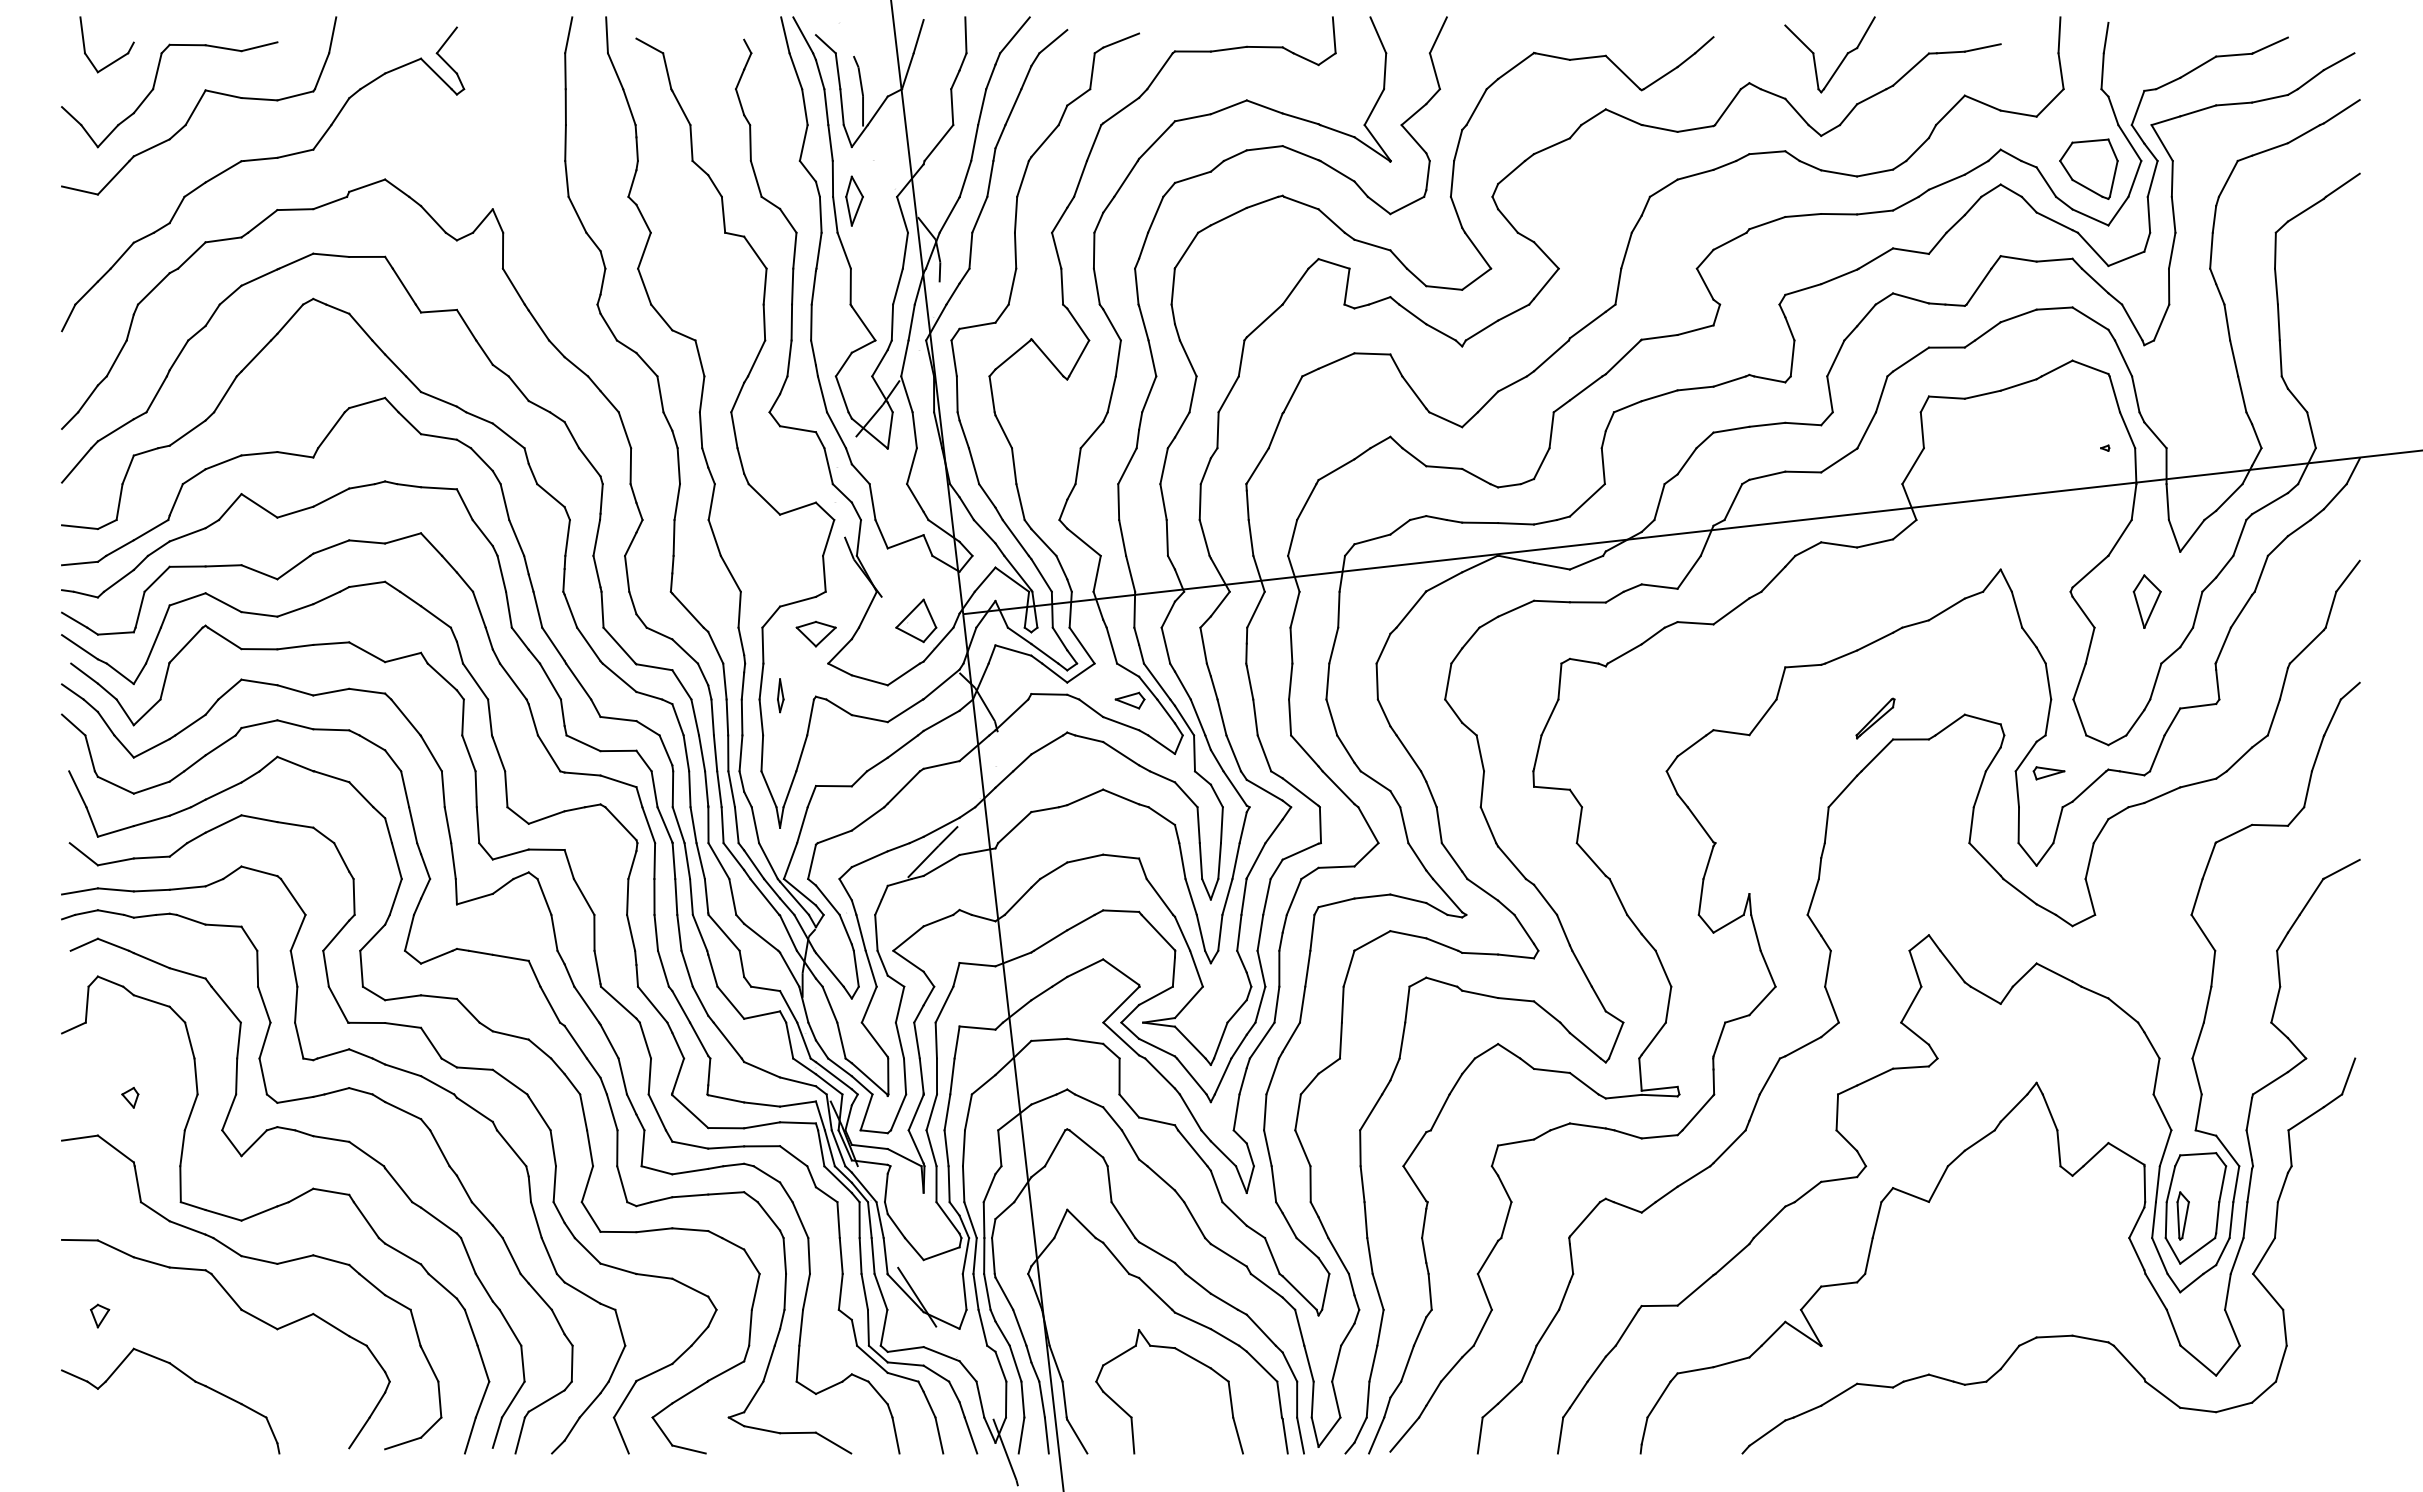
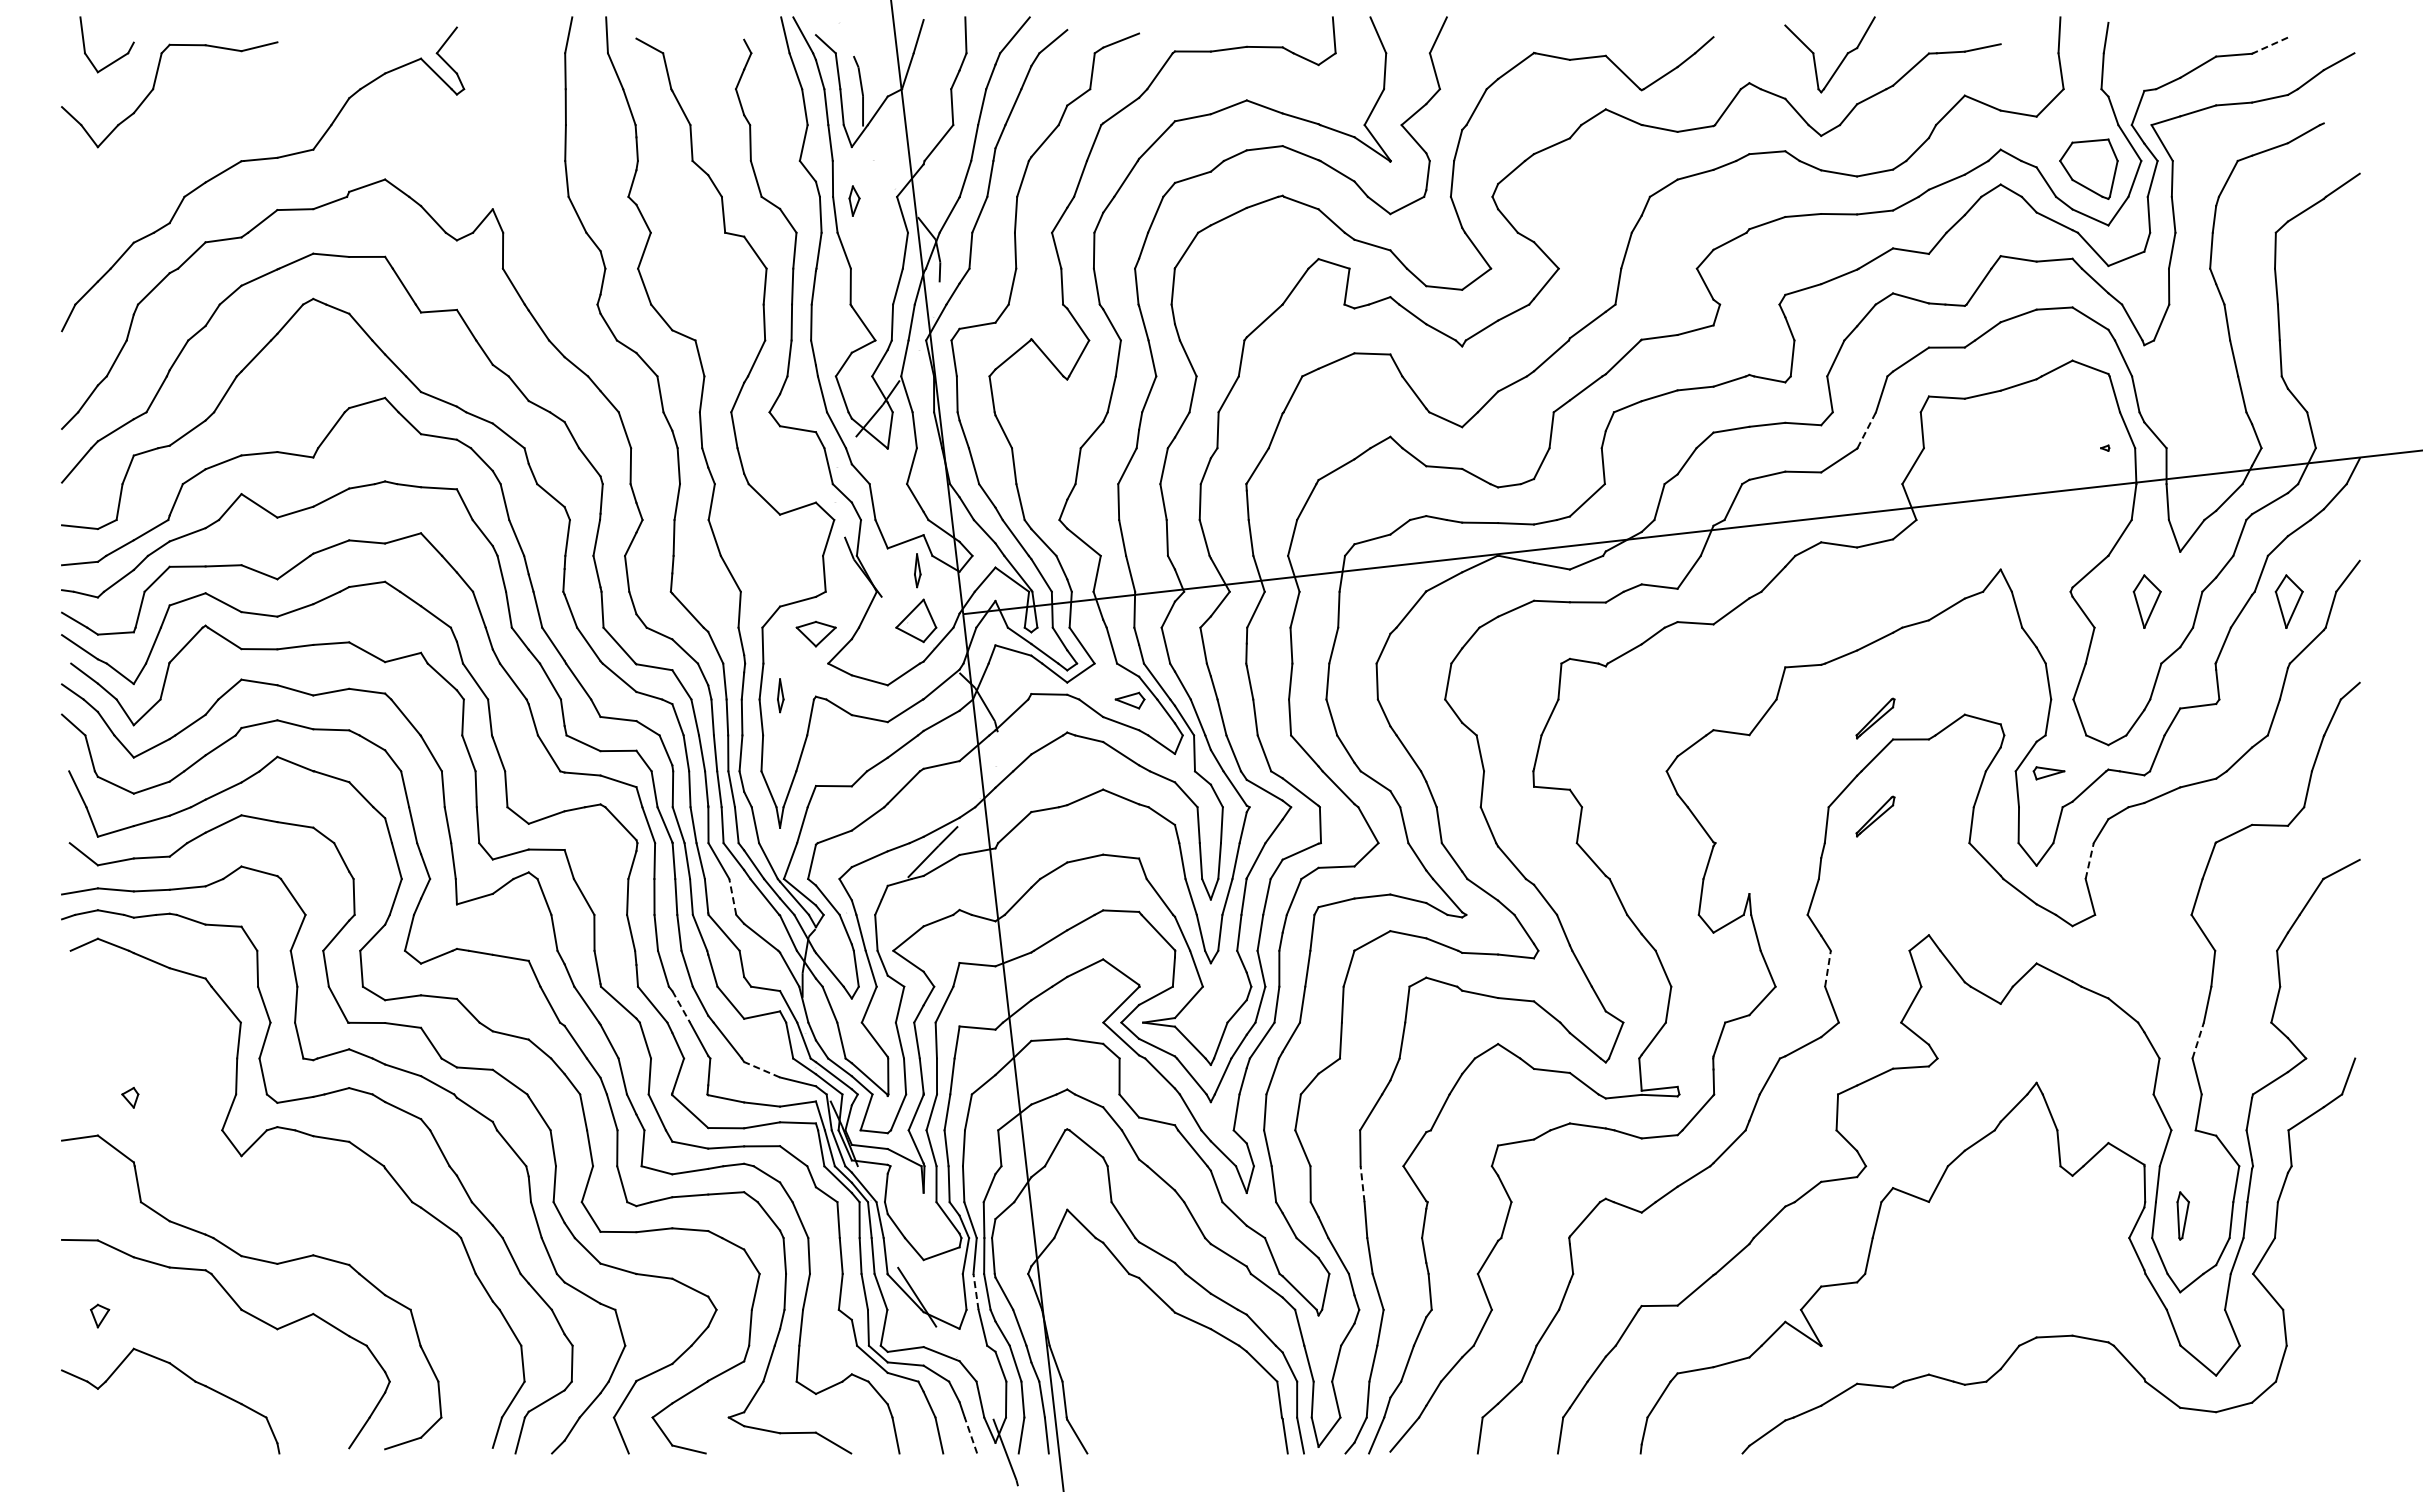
line at (2270, 45): solid -> dashed
part at (199, 105): present -> none
line at (2341, 111): present -> none
part at (854, 200) size: 19x52 px -> 13x32 px
line at (1866, 429): solid -> dashed
part at (917, 570): none -> present
part at (2288, 601): none -> present
part at (1875, 816): none -> present
line at (2089, 860): solid -> dashed
line at (732, 896): solid -> dashed
line at (1828, 968): solid -> dashed
line at (681, 1007): solid -> dashed
line at (2198, 1040): solid -> dashed
line at (762, 1069): solid -> dashed
line at (1362, 1183): solid -> dashed
part at (2195, 1208): present -> none
part at (275, 1214): present -> none
line at (975, 1291): solid -> dashed
part at (1187, 1356): present -> none
line at (970, 1435): solid -> dashed
